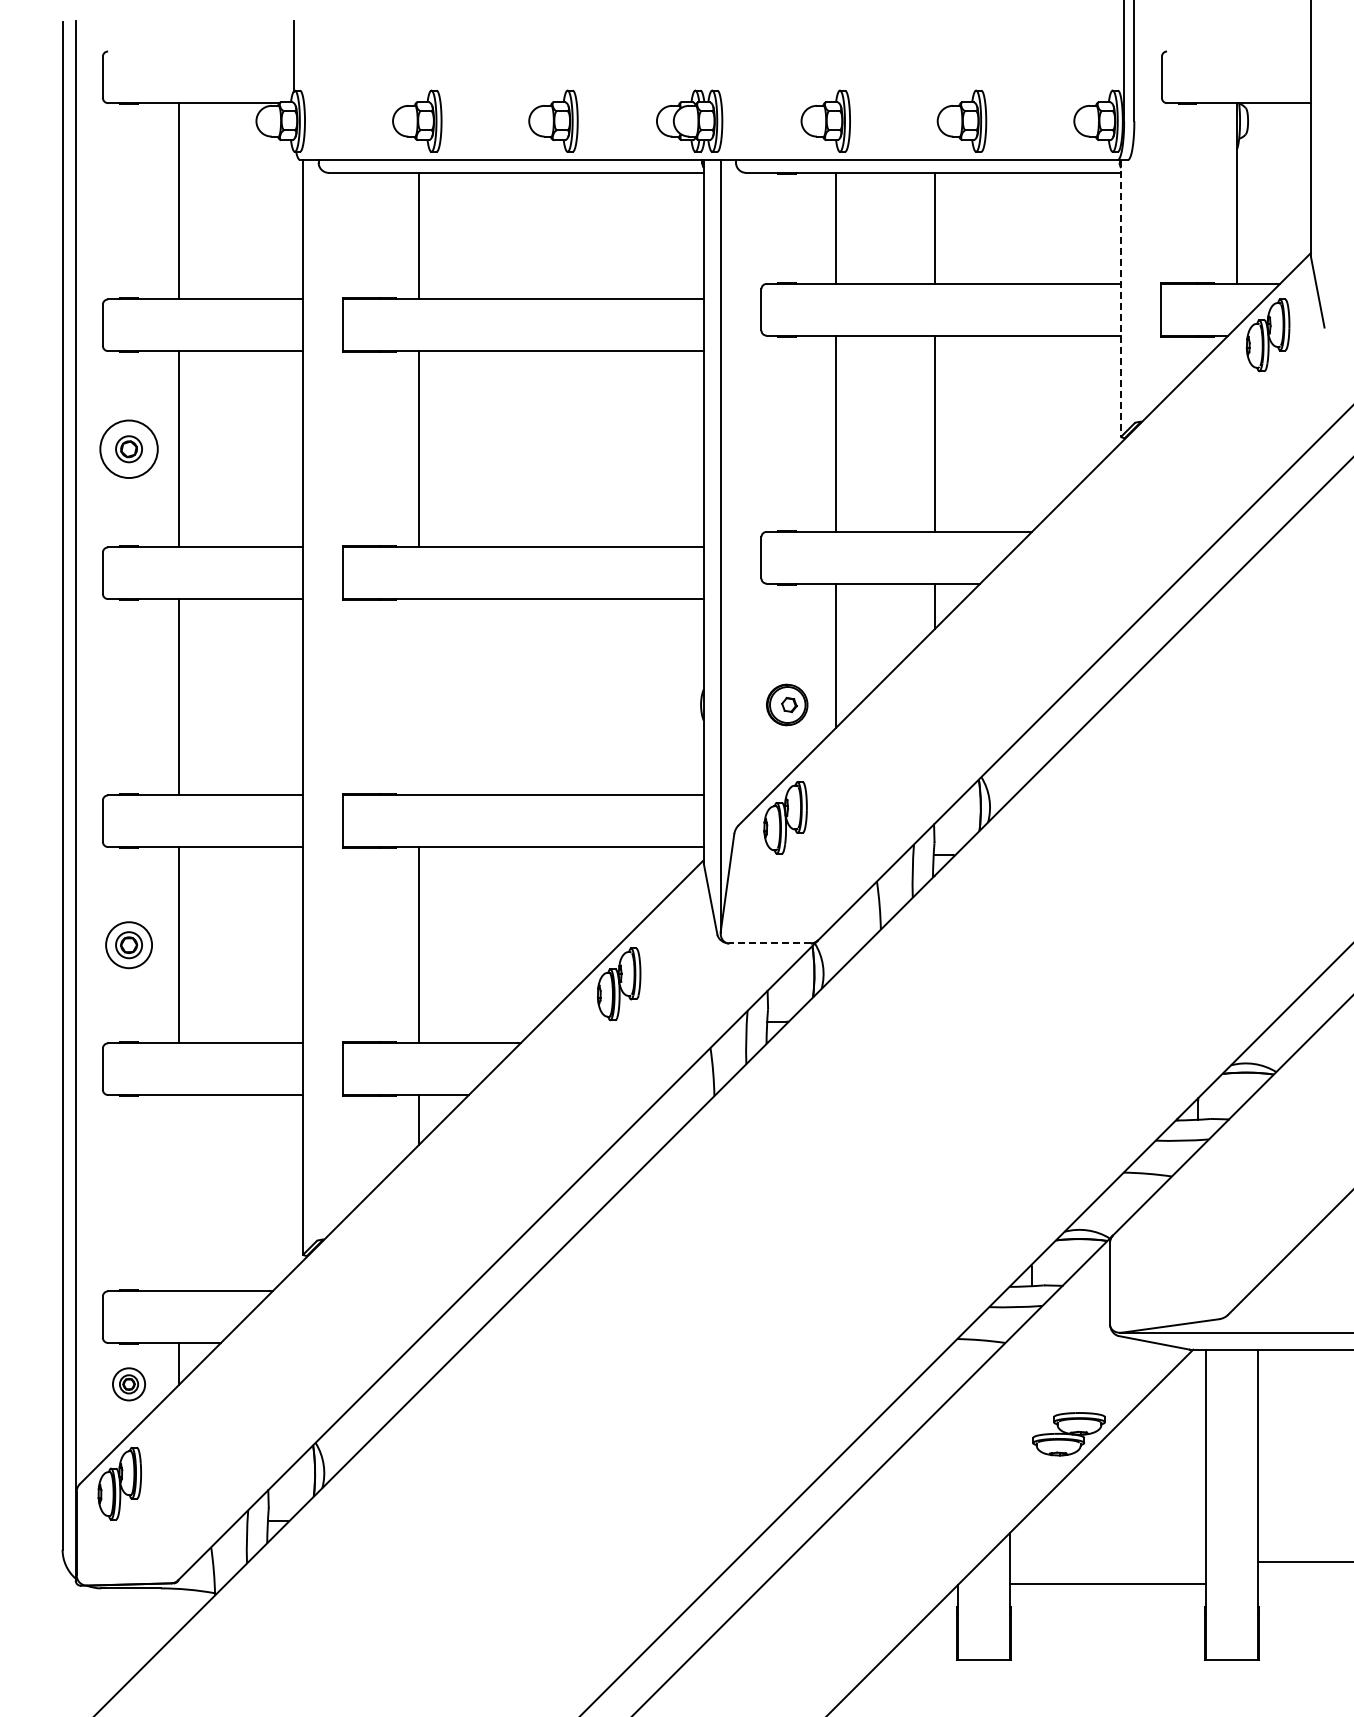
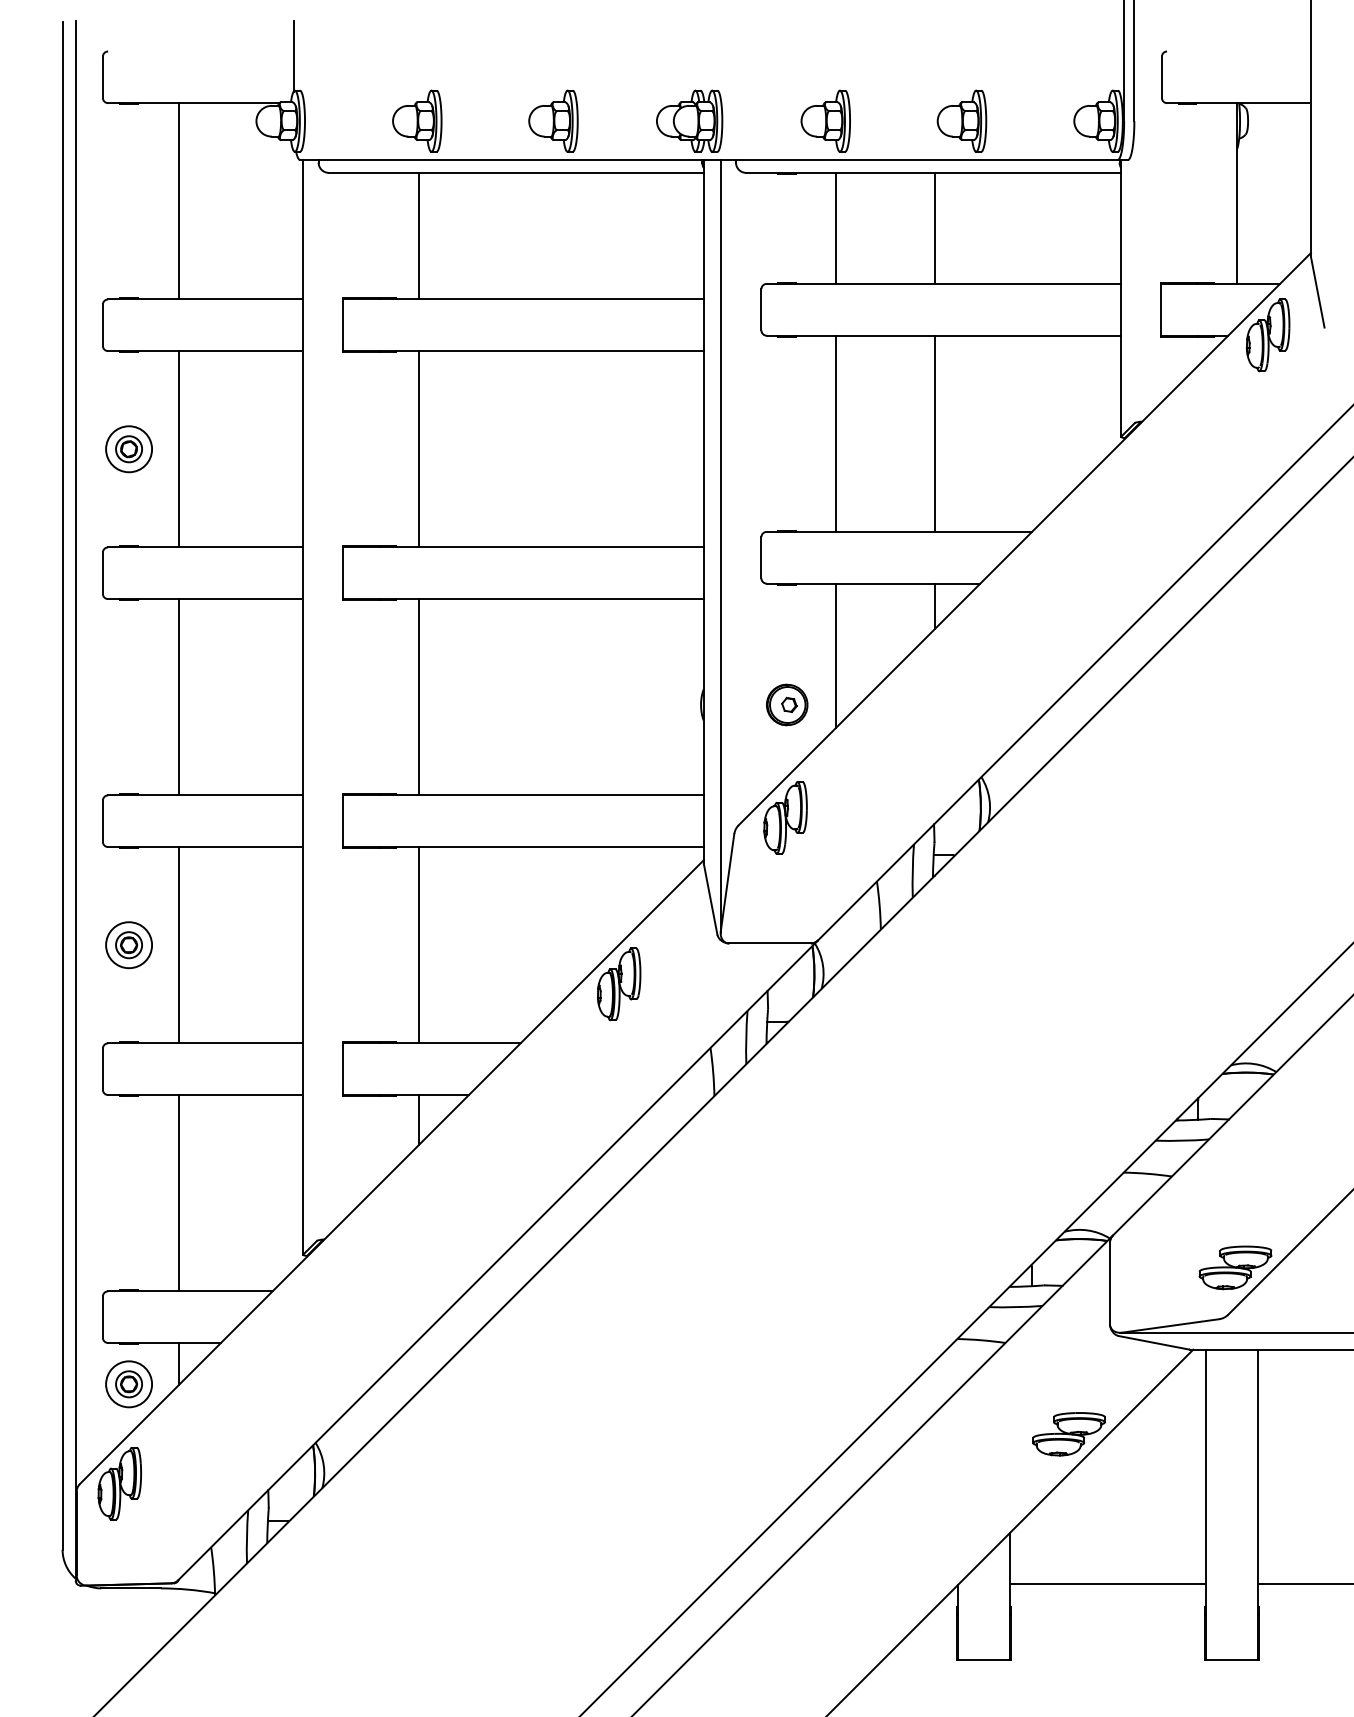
line at (1121, 298): dashed -> solid
circle at (128, 449) diameter: 57 px -> 46 px
line at (419, 697): none -> present
line at (770, 943): dashed -> solid
line at (179, 1193): none -> present
part at (1235, 1267): none -> present
part at (128, 1384) size: 34x35 px -> 48x49 px
line at (1304, 1562) position: (1304, 1562) -> (1304, 1584)
